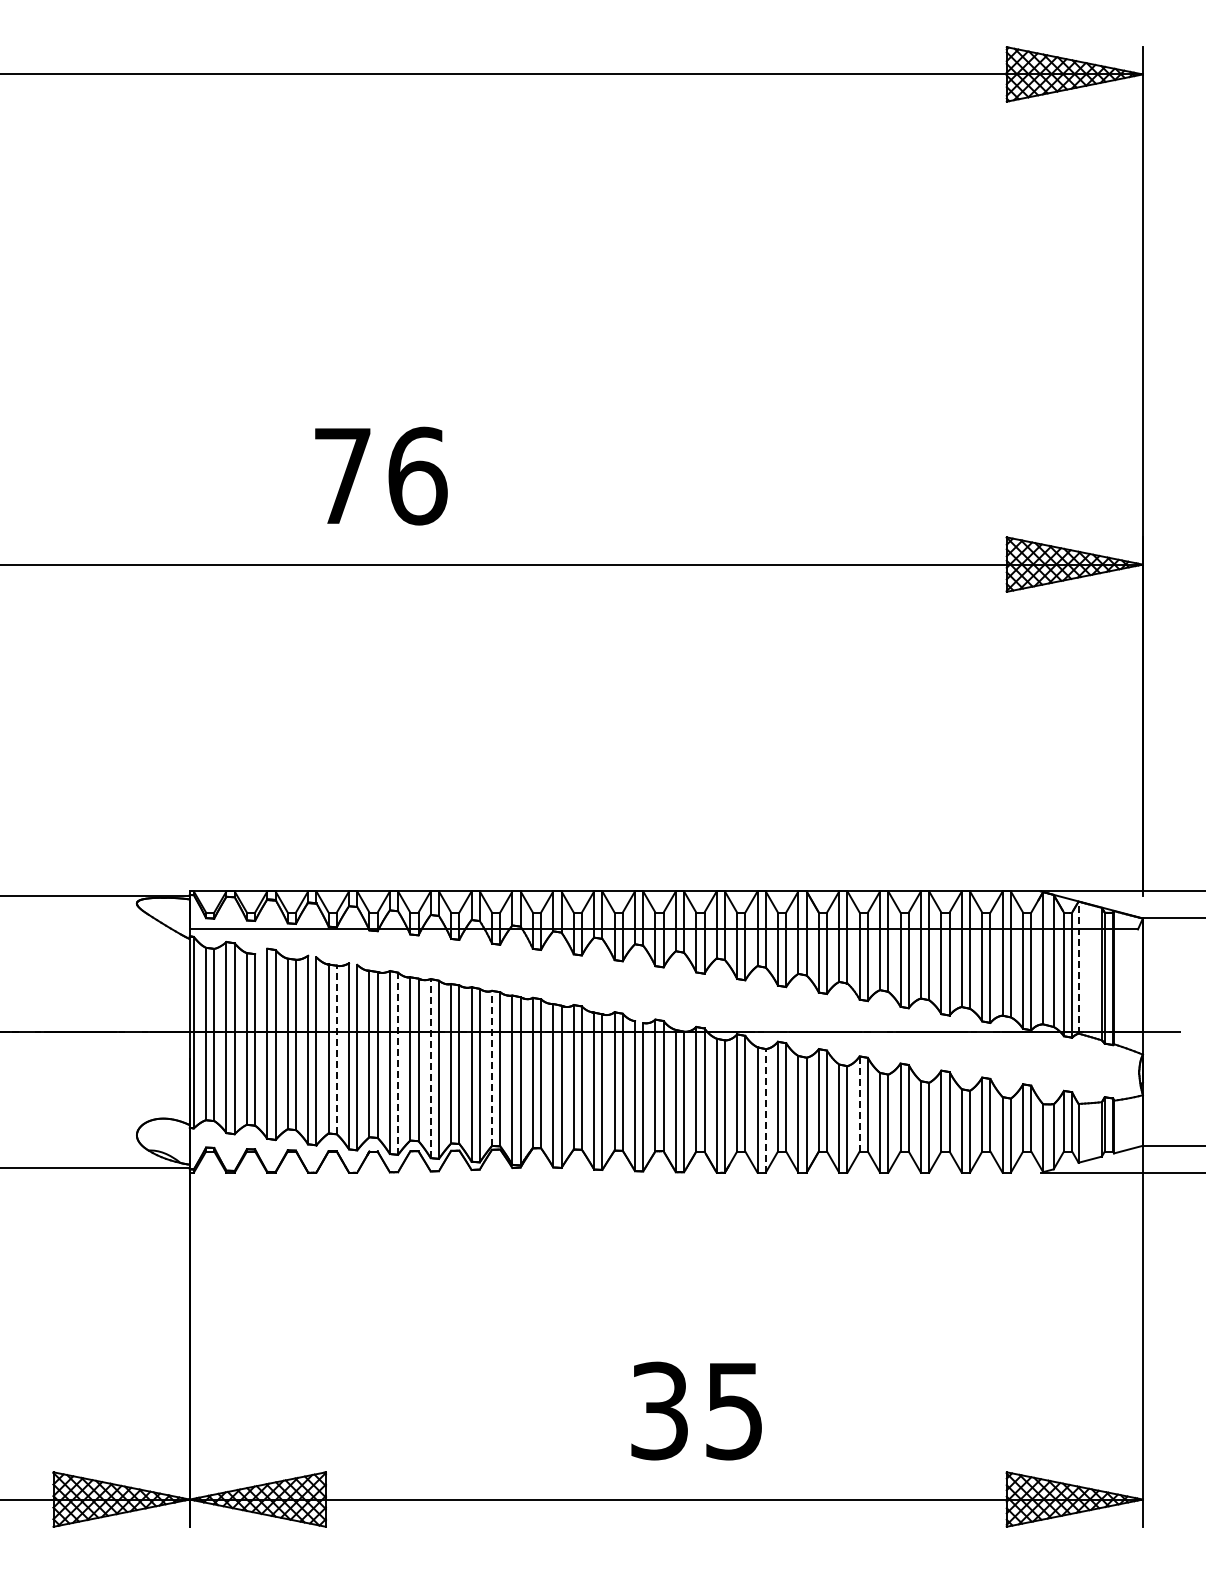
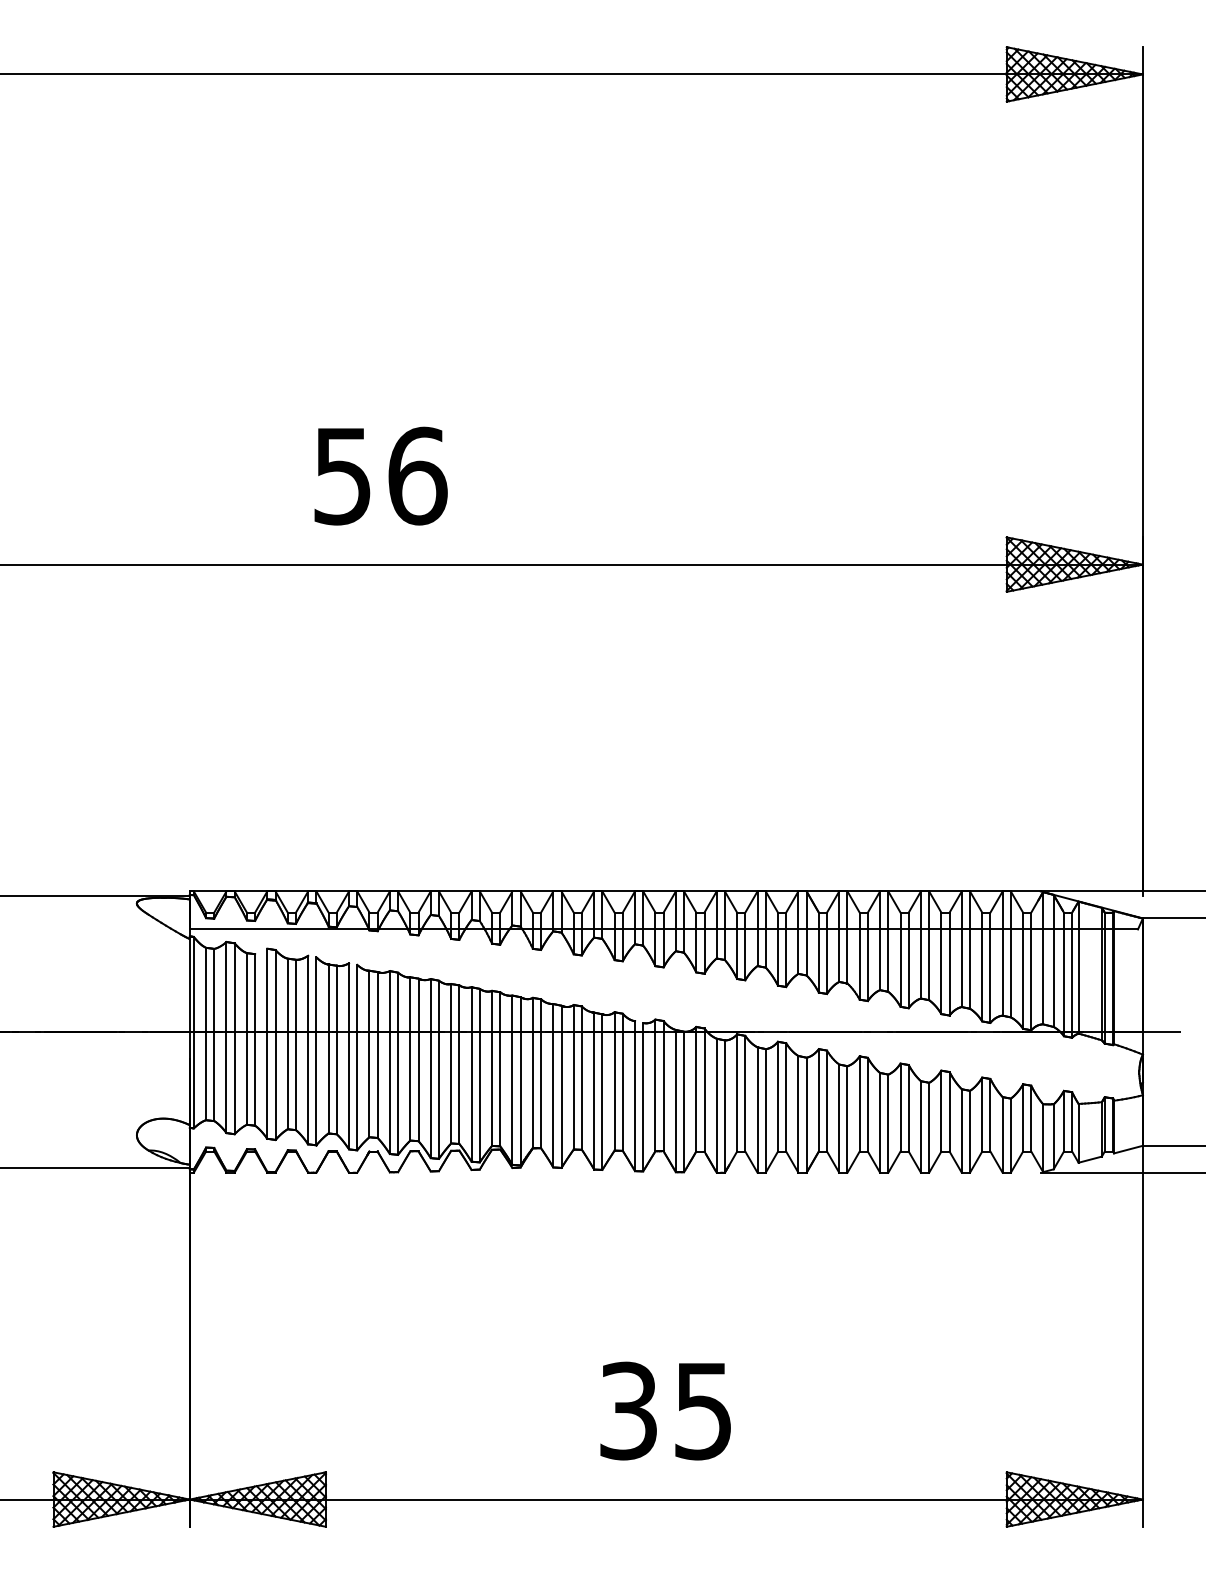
text at (342, 476): 76 -> 56
line at (1078, 967): dashed -> solid
line at (336, 1049): dashed -> solid
line at (398, 1063): dashed -> solid
line at (430, 1068): dashed -> solid
line at (492, 1068): dashed -> solid
line at (859, 1104): dashed -> solid
line at (765, 1110): dashed -> solid
text at (696, 1410) position: (696, 1410) -> (665, 1410)
